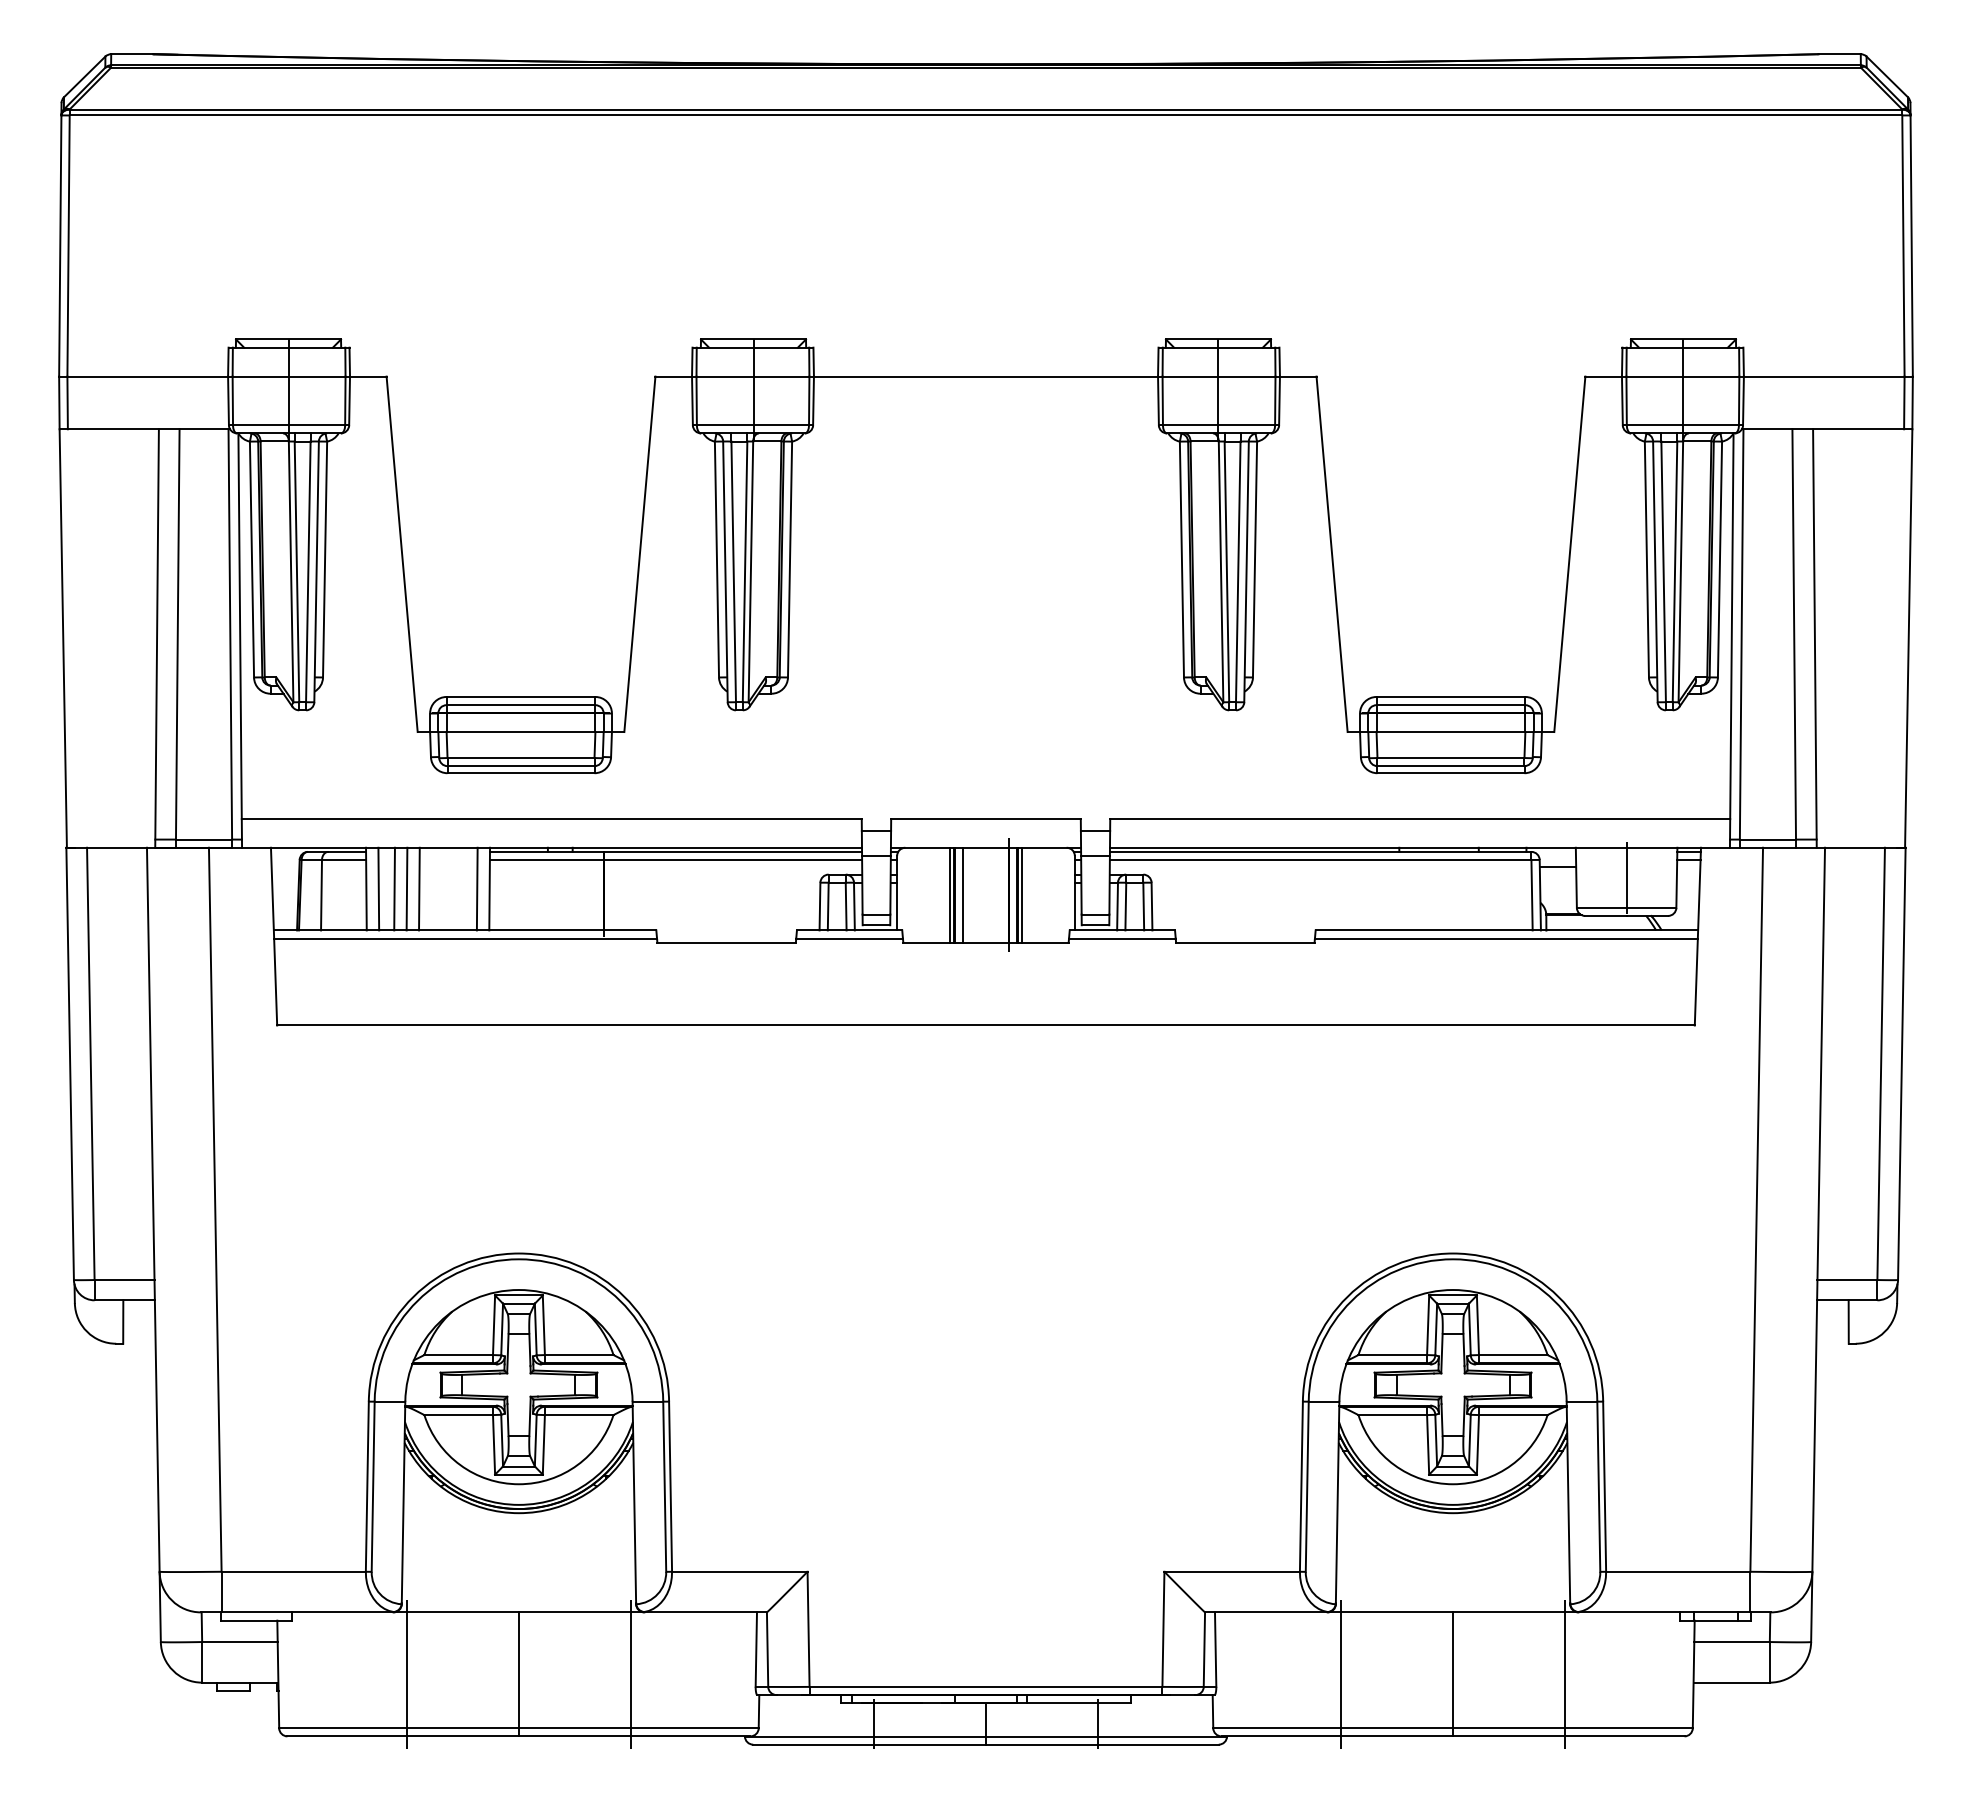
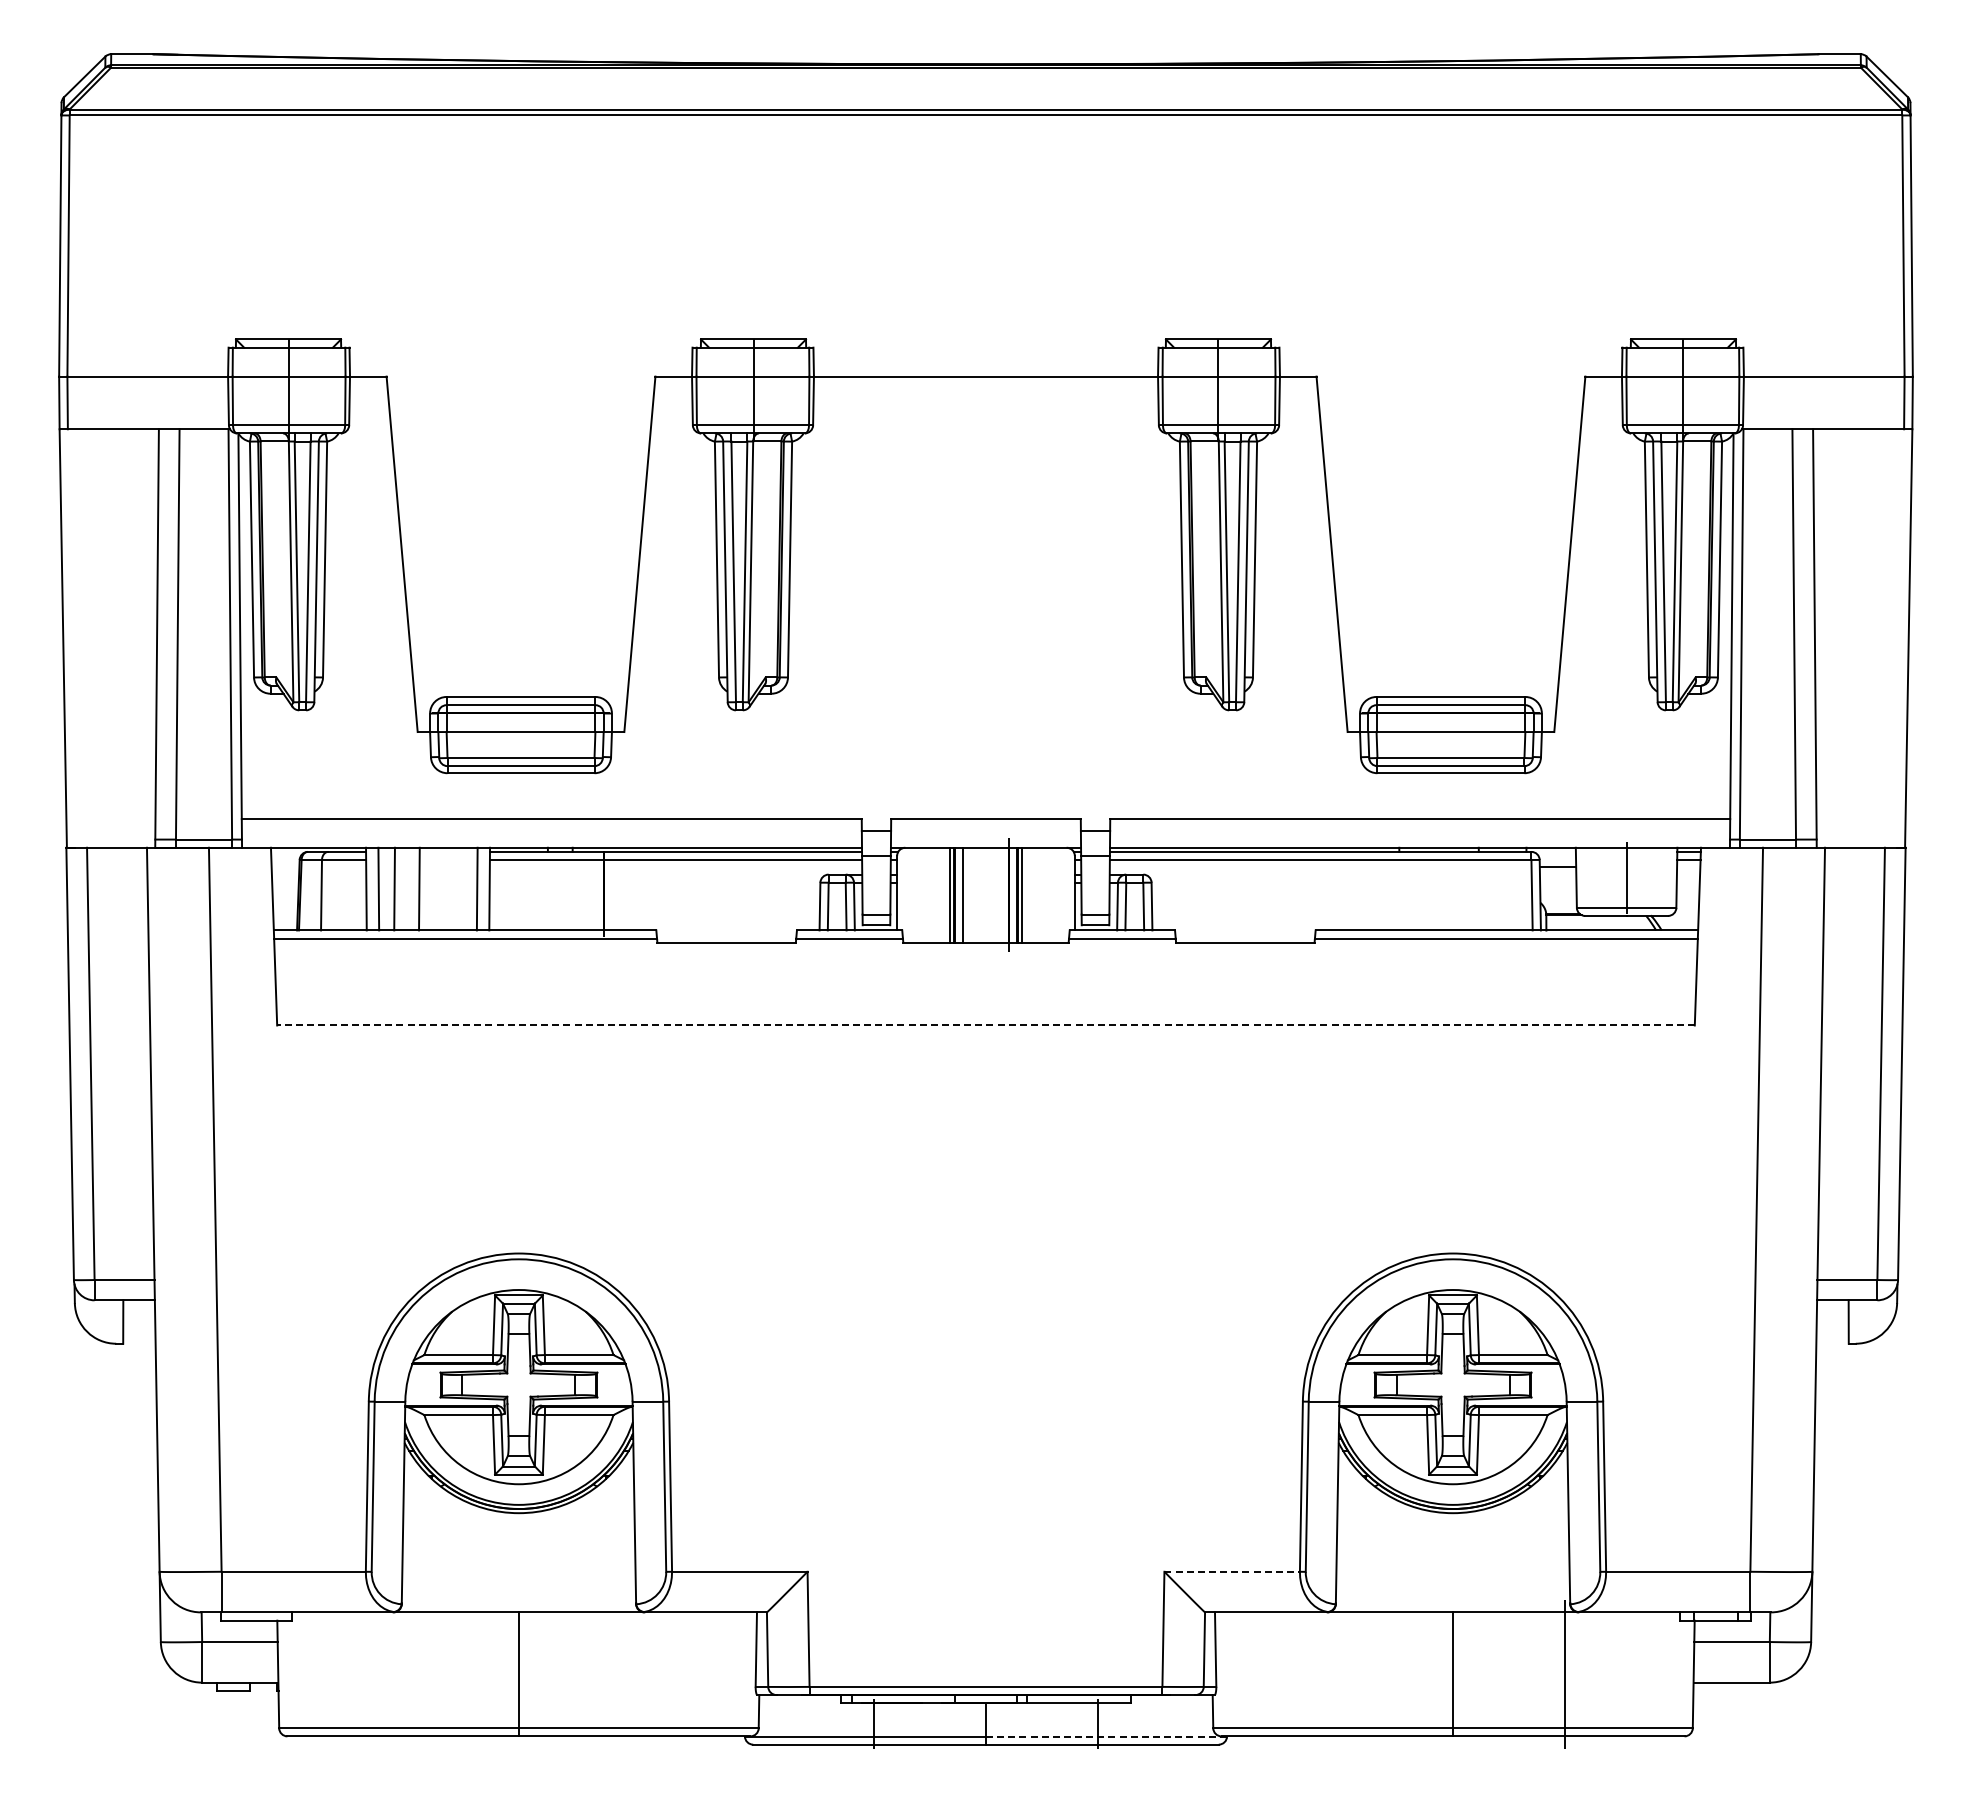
line at (406, 888): present -> none
line at (986, 1025): solid -> dashed
line at (1232, 1571): solid -> dashed
line at (407, 1673): present -> none
line at (630, 1673): present -> none
line at (1341, 1673): present -> none
line at (1106, 1736): solid -> dashed
